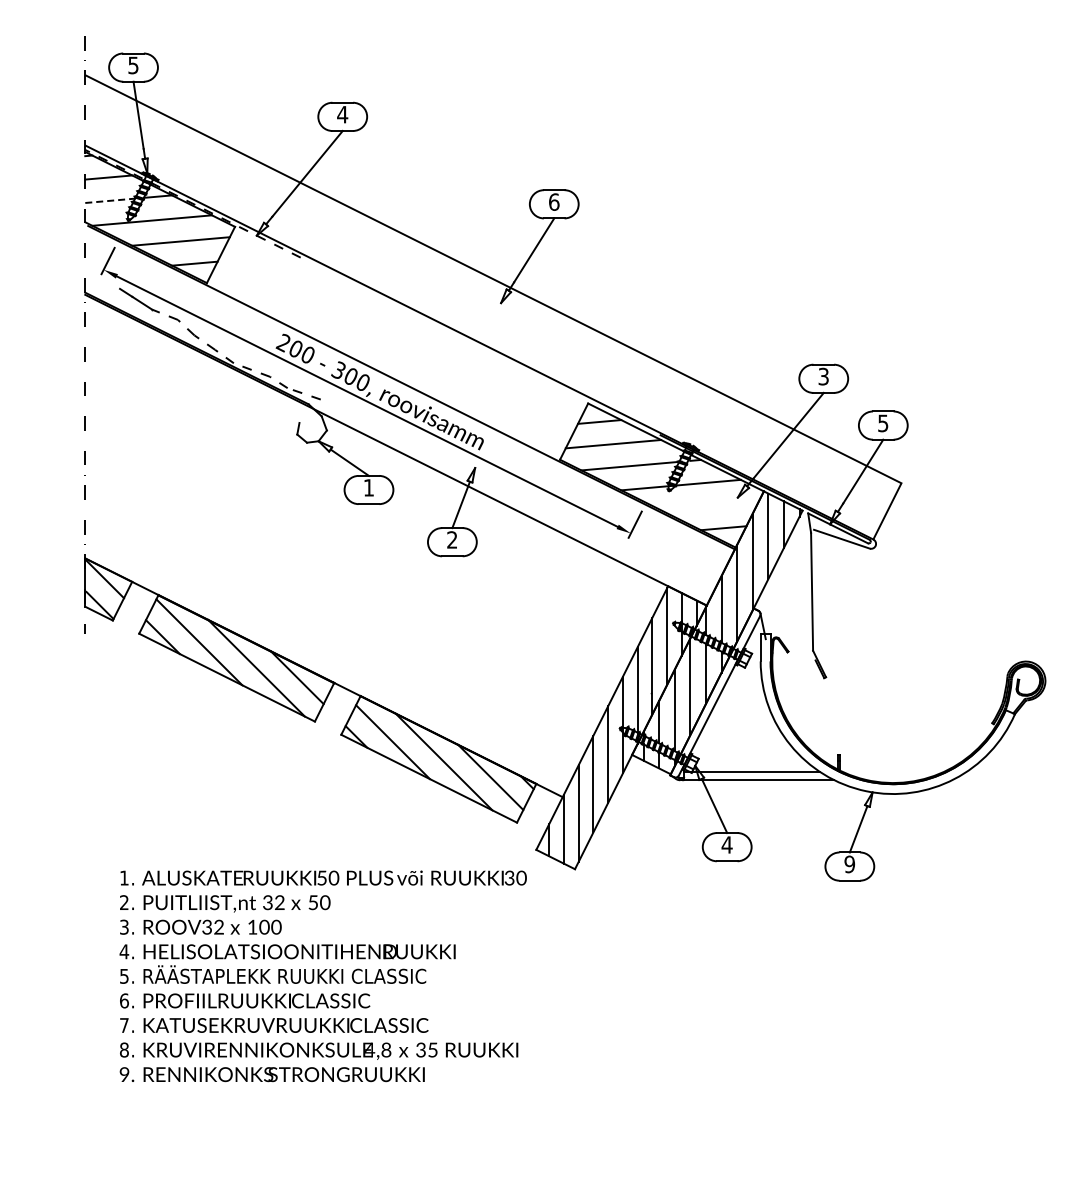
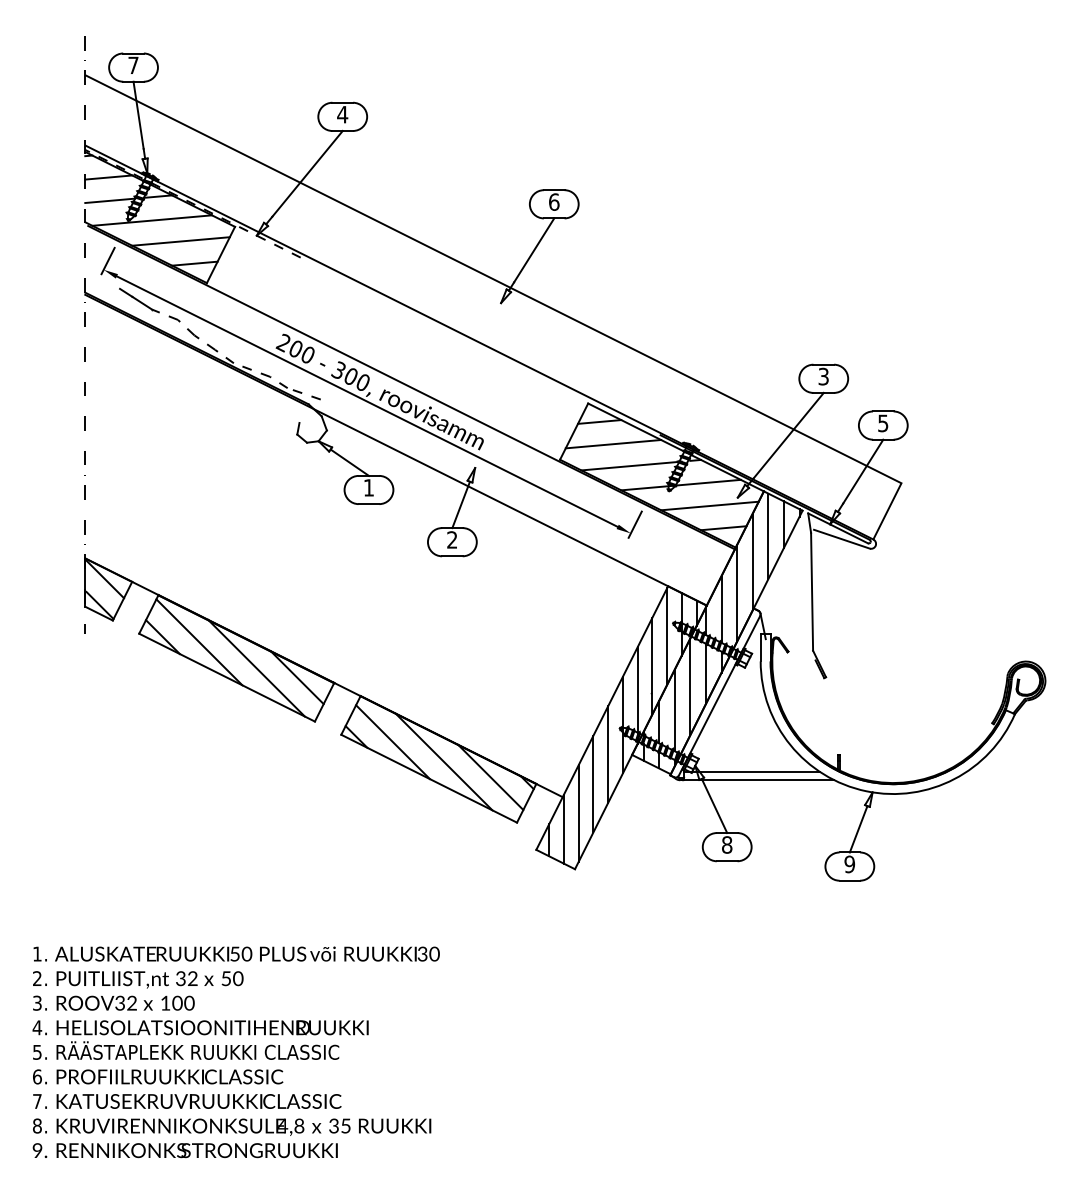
text at (133, 65): 5 -> 7
line at (110, 200): dashed -> solid
line at (709, 505): none -> present
text at (726, 844): 4 -> 8
text at (322, 976) position: (322, 976) -> (235, 1052)
